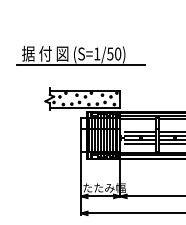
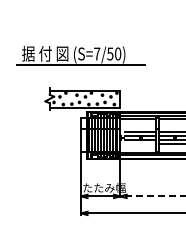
text at (97, 53): (S=1/50) -> (S=7/50)
line at (140, 144): present -> none
line at (152, 196): solid -> dashed
